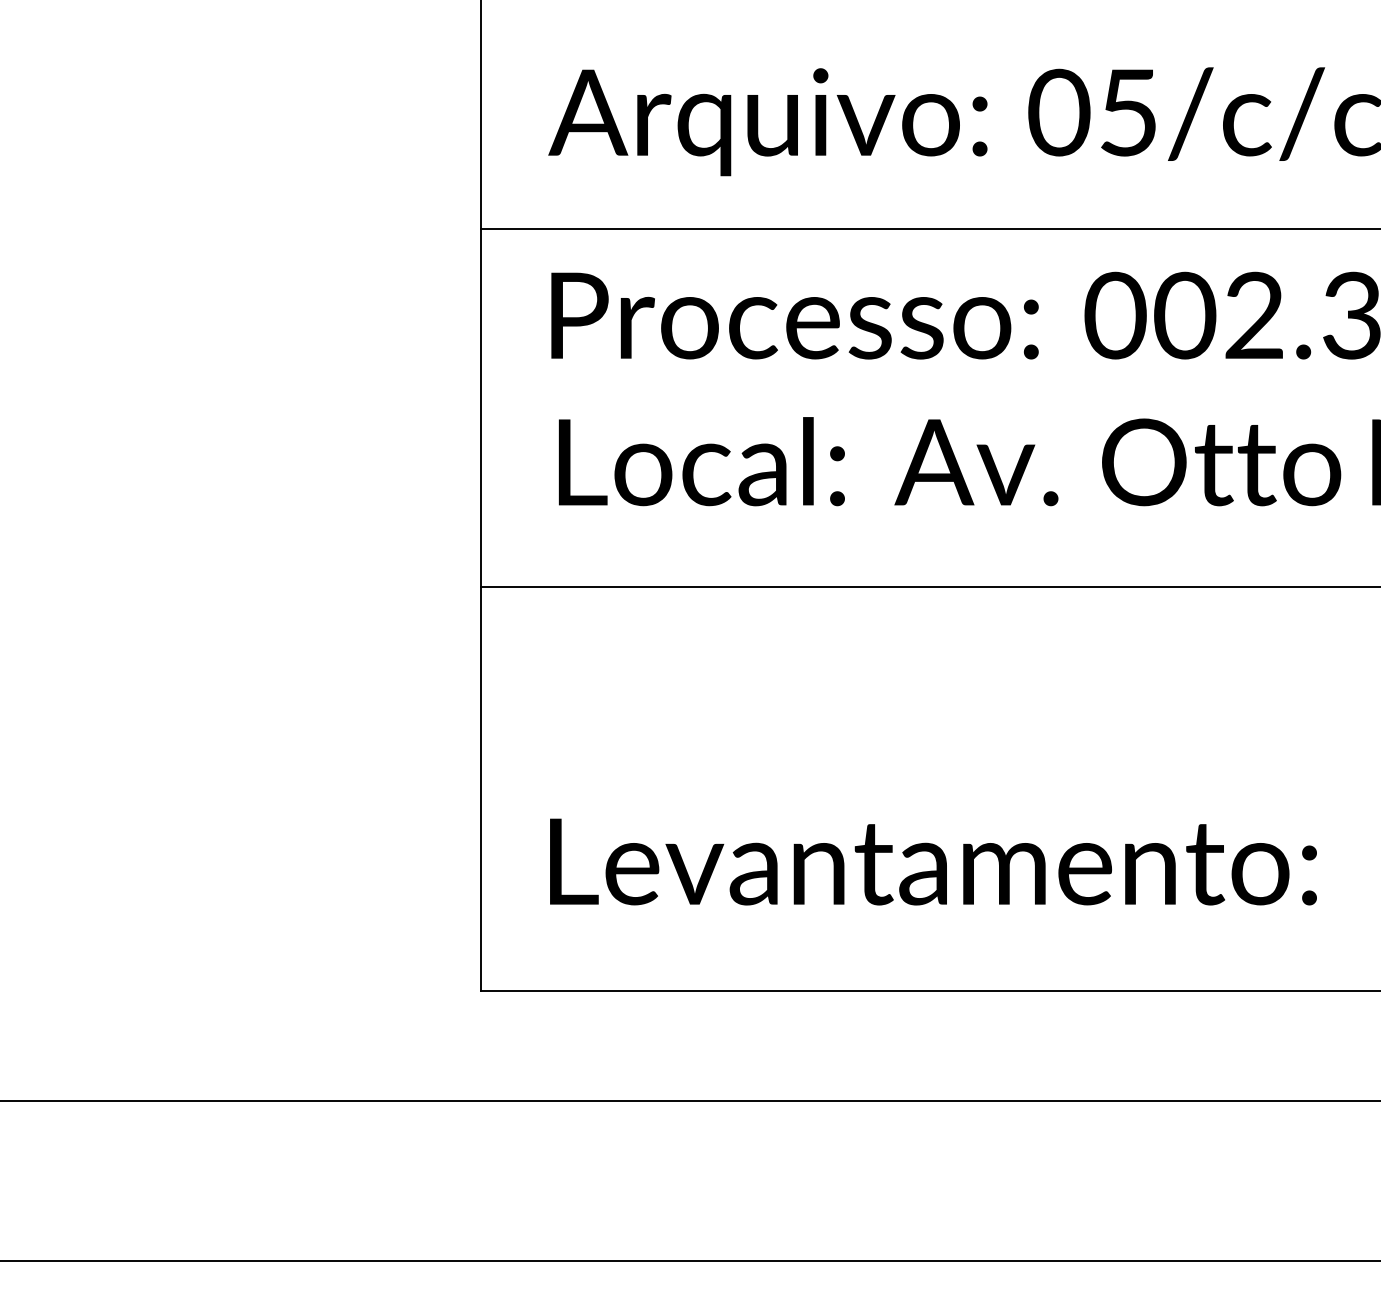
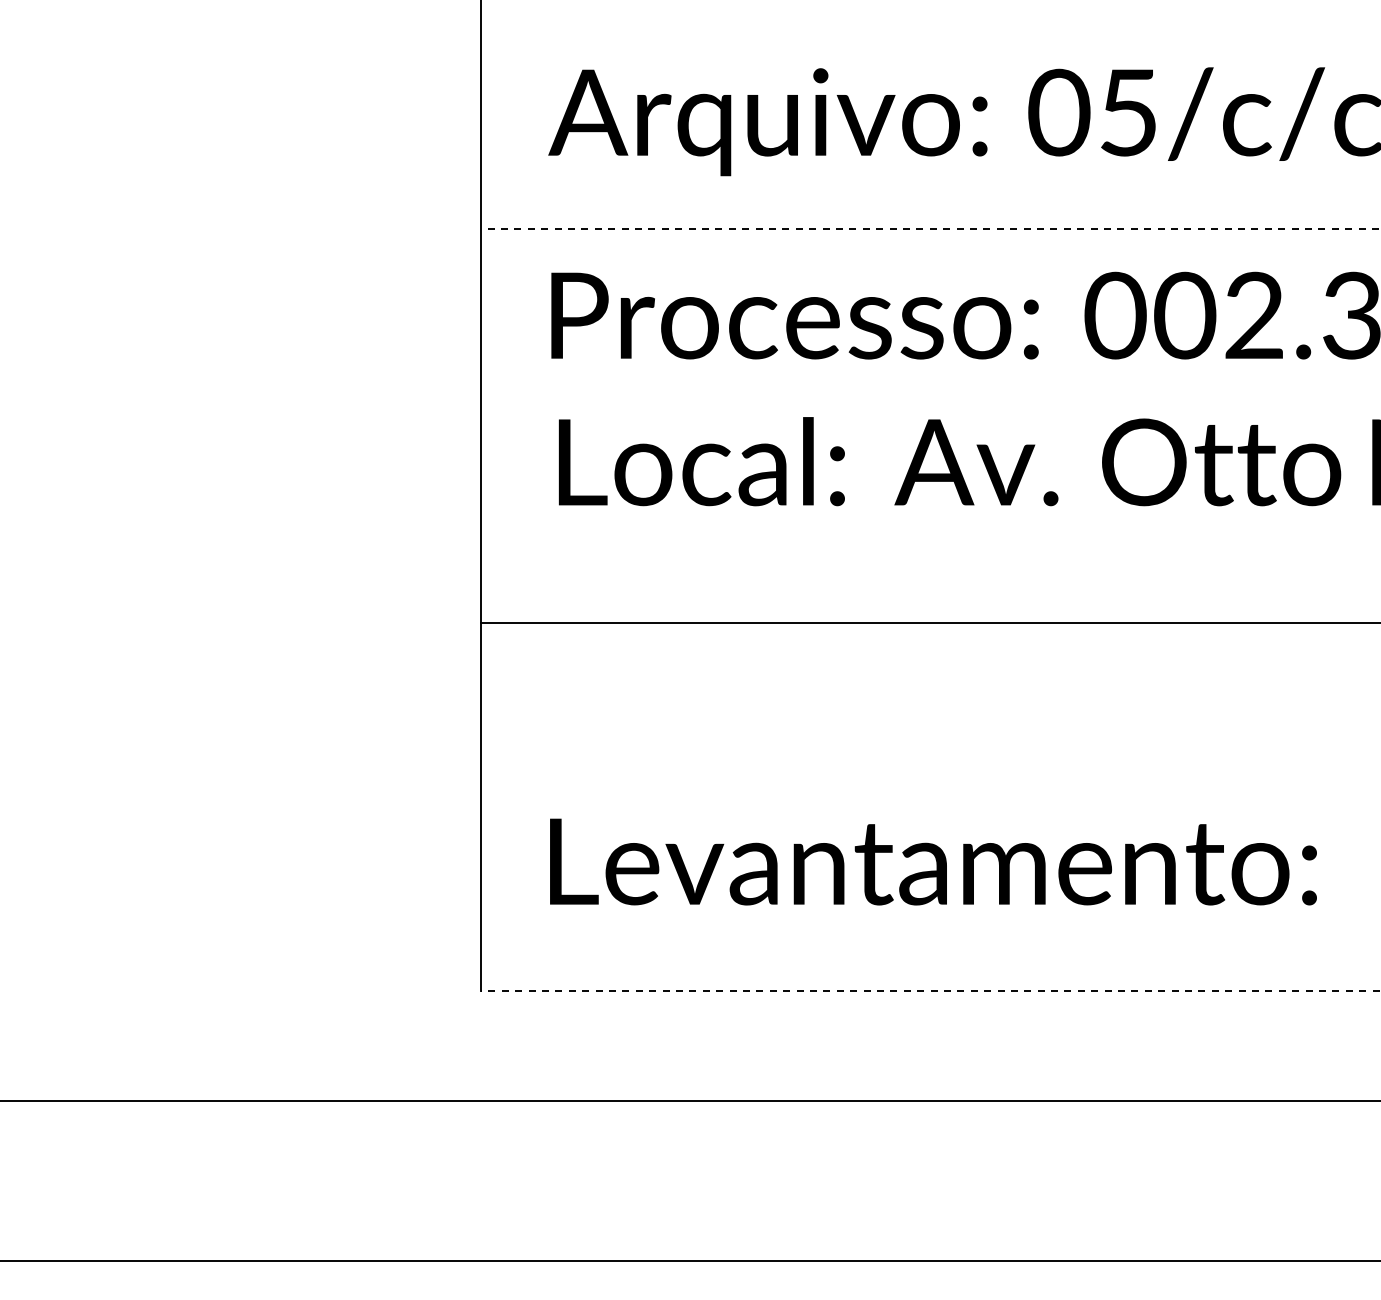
line at (930, 229): solid -> dashed
line at (928, 587) position: (928, 587) -> (928, 623)
line at (930, 991): solid -> dashed
